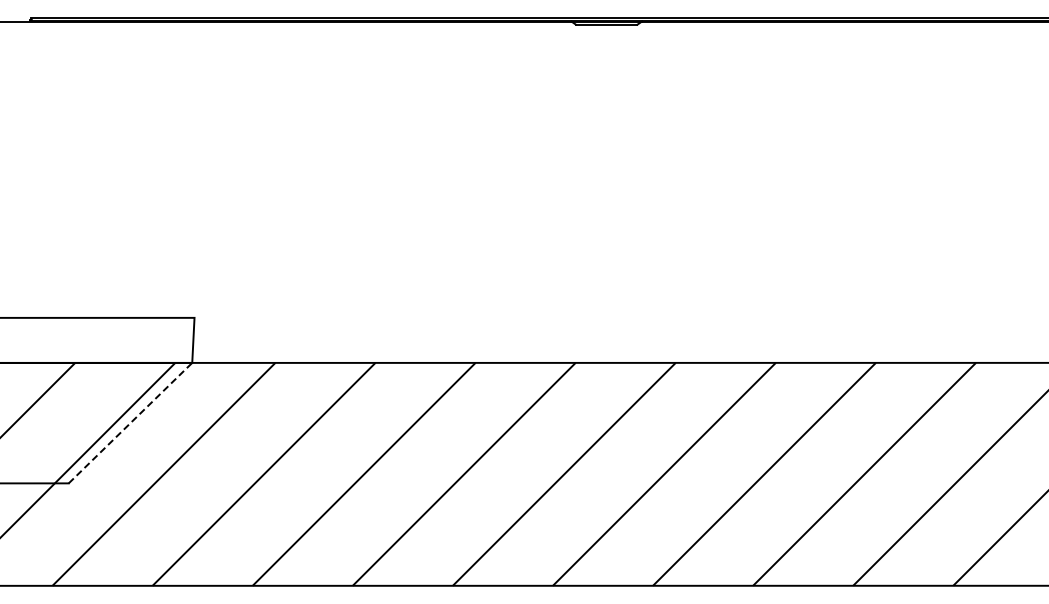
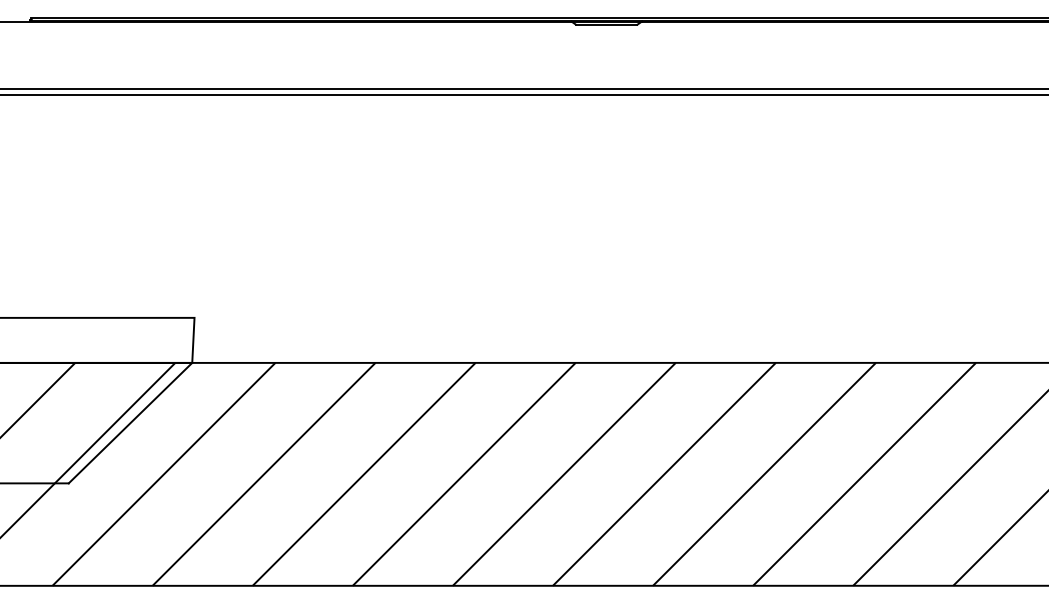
line at (523, 89): none -> present
line at (523, 95): none -> present
line at (130, 422): dashed -> solid
